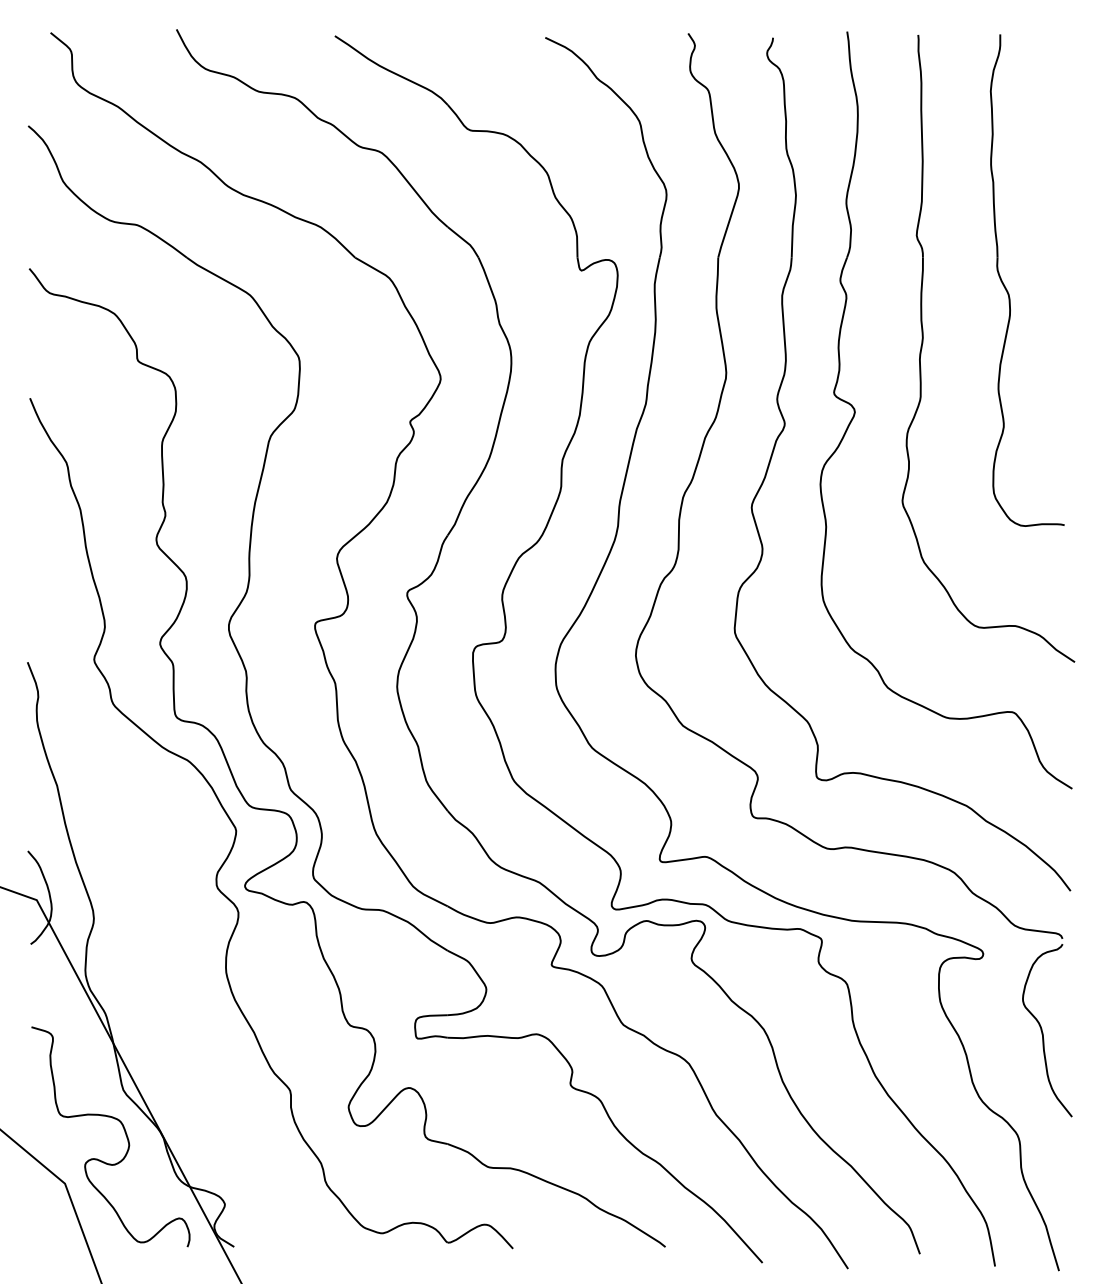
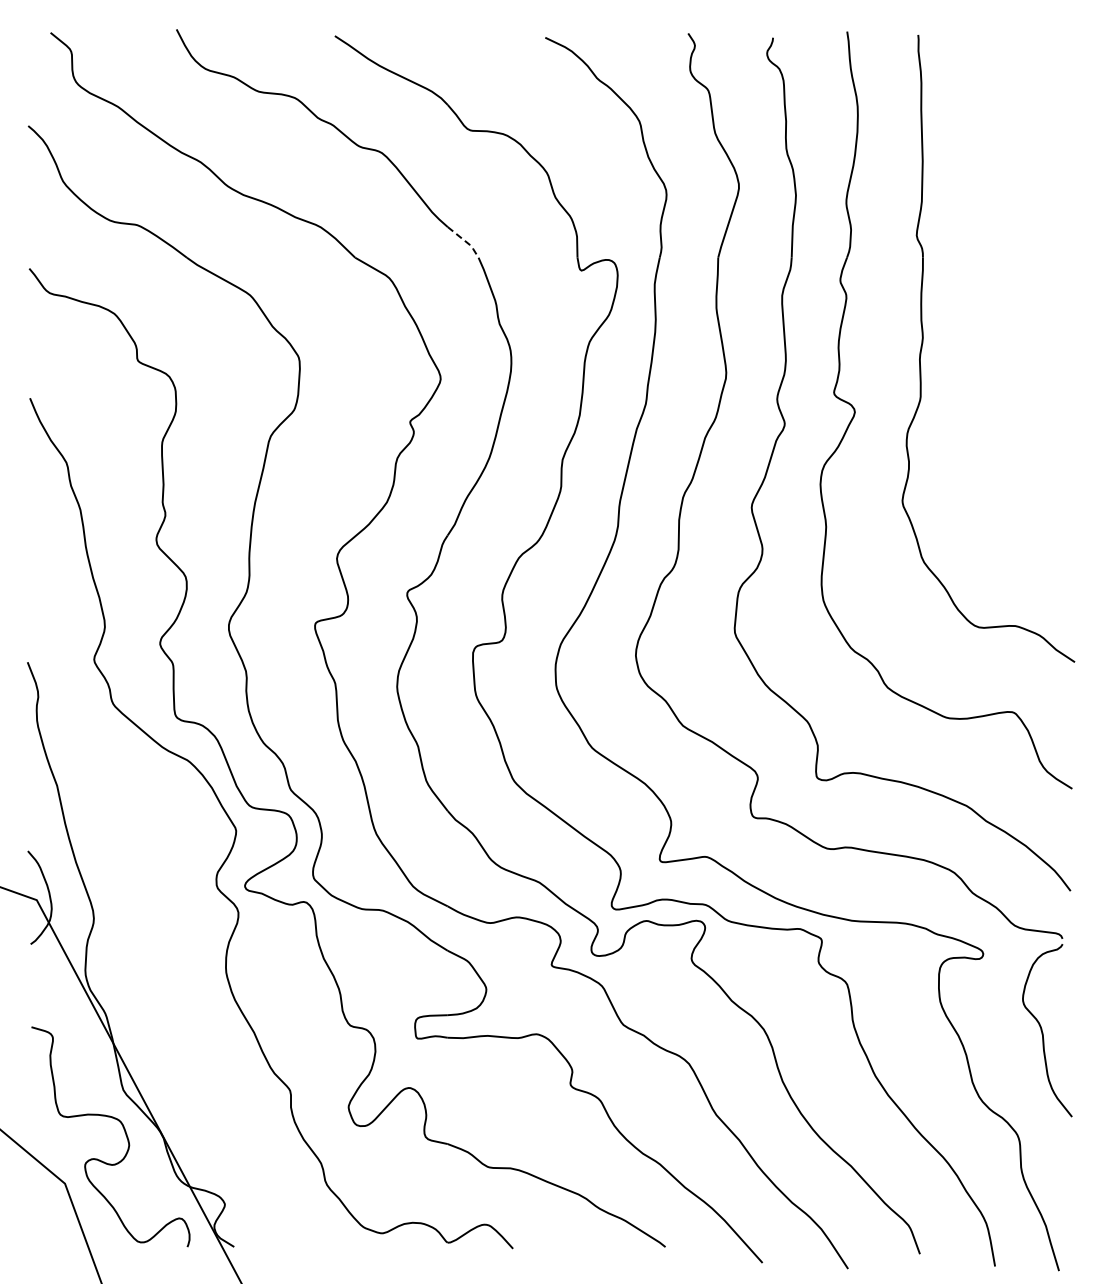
line at (466, 241): solid -> dashed
part at (1007, 289): present -> none
